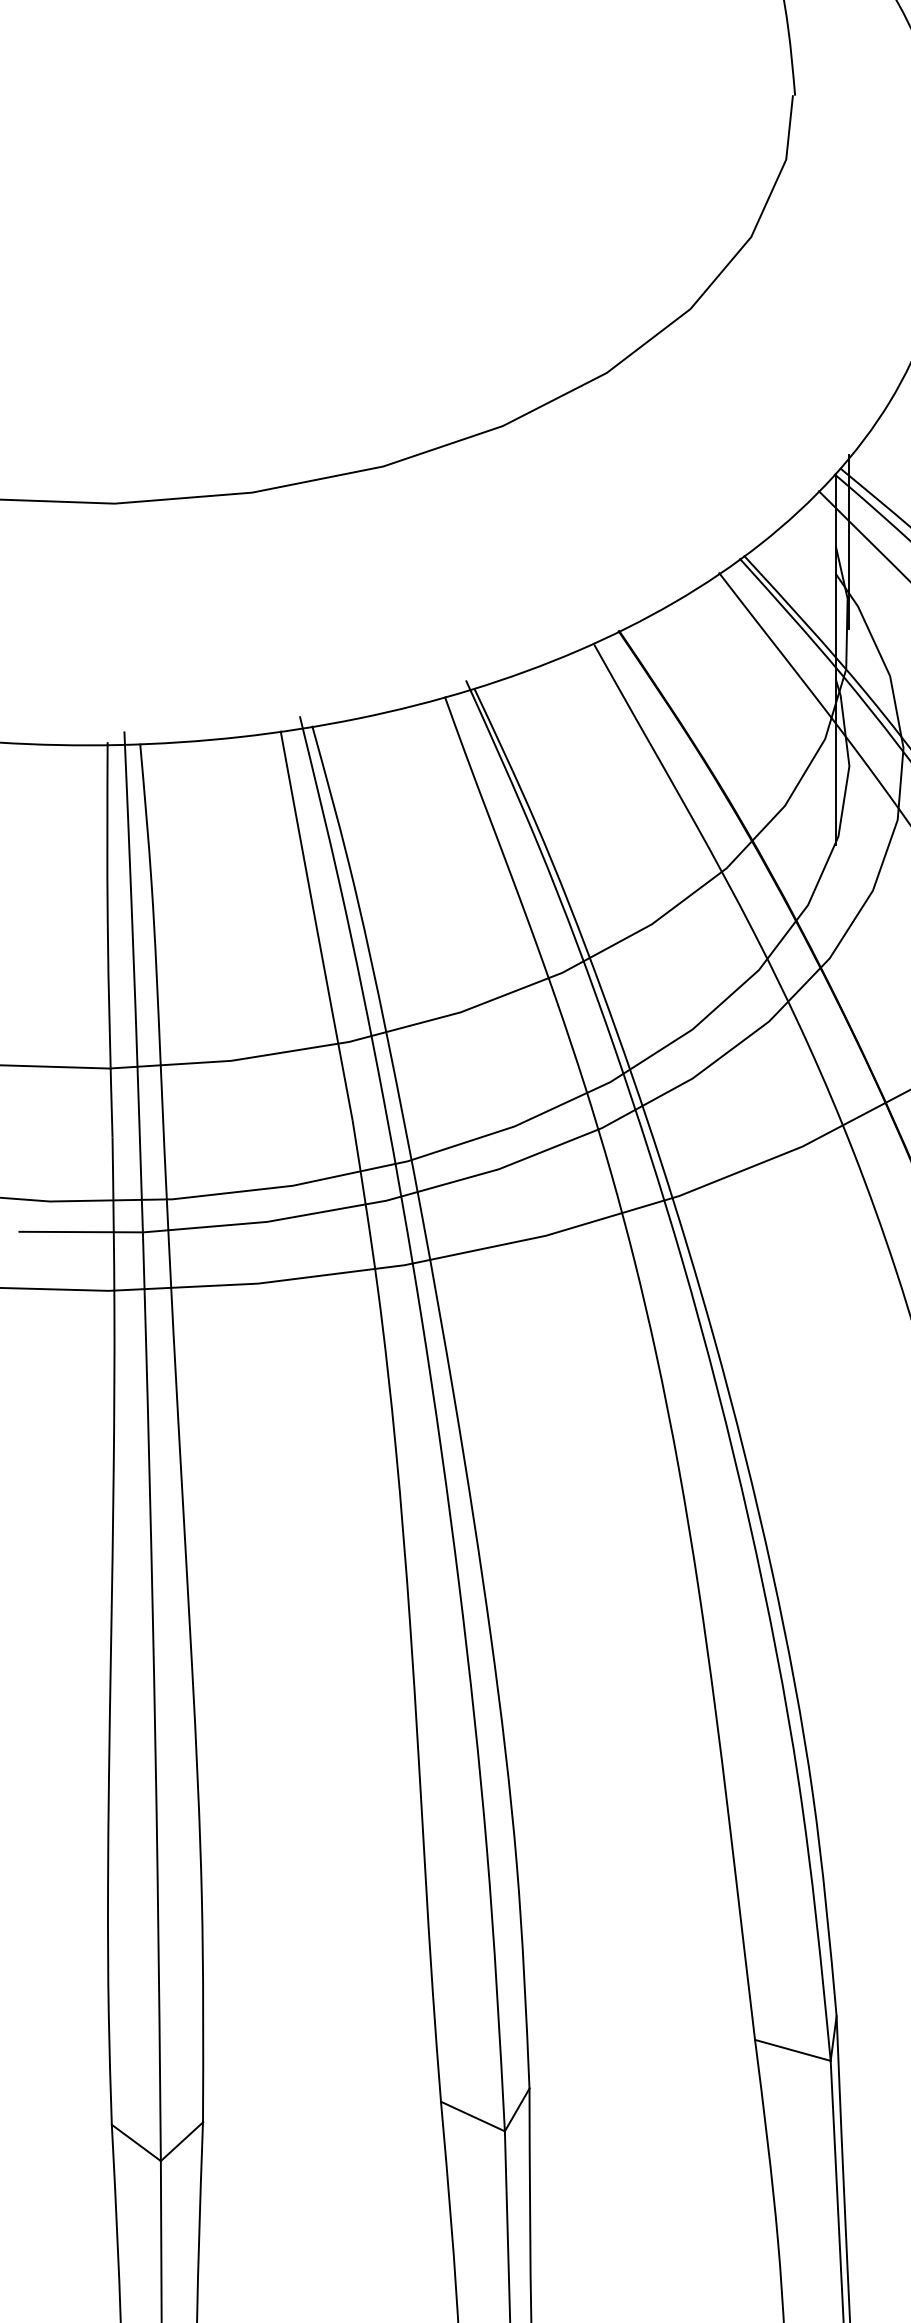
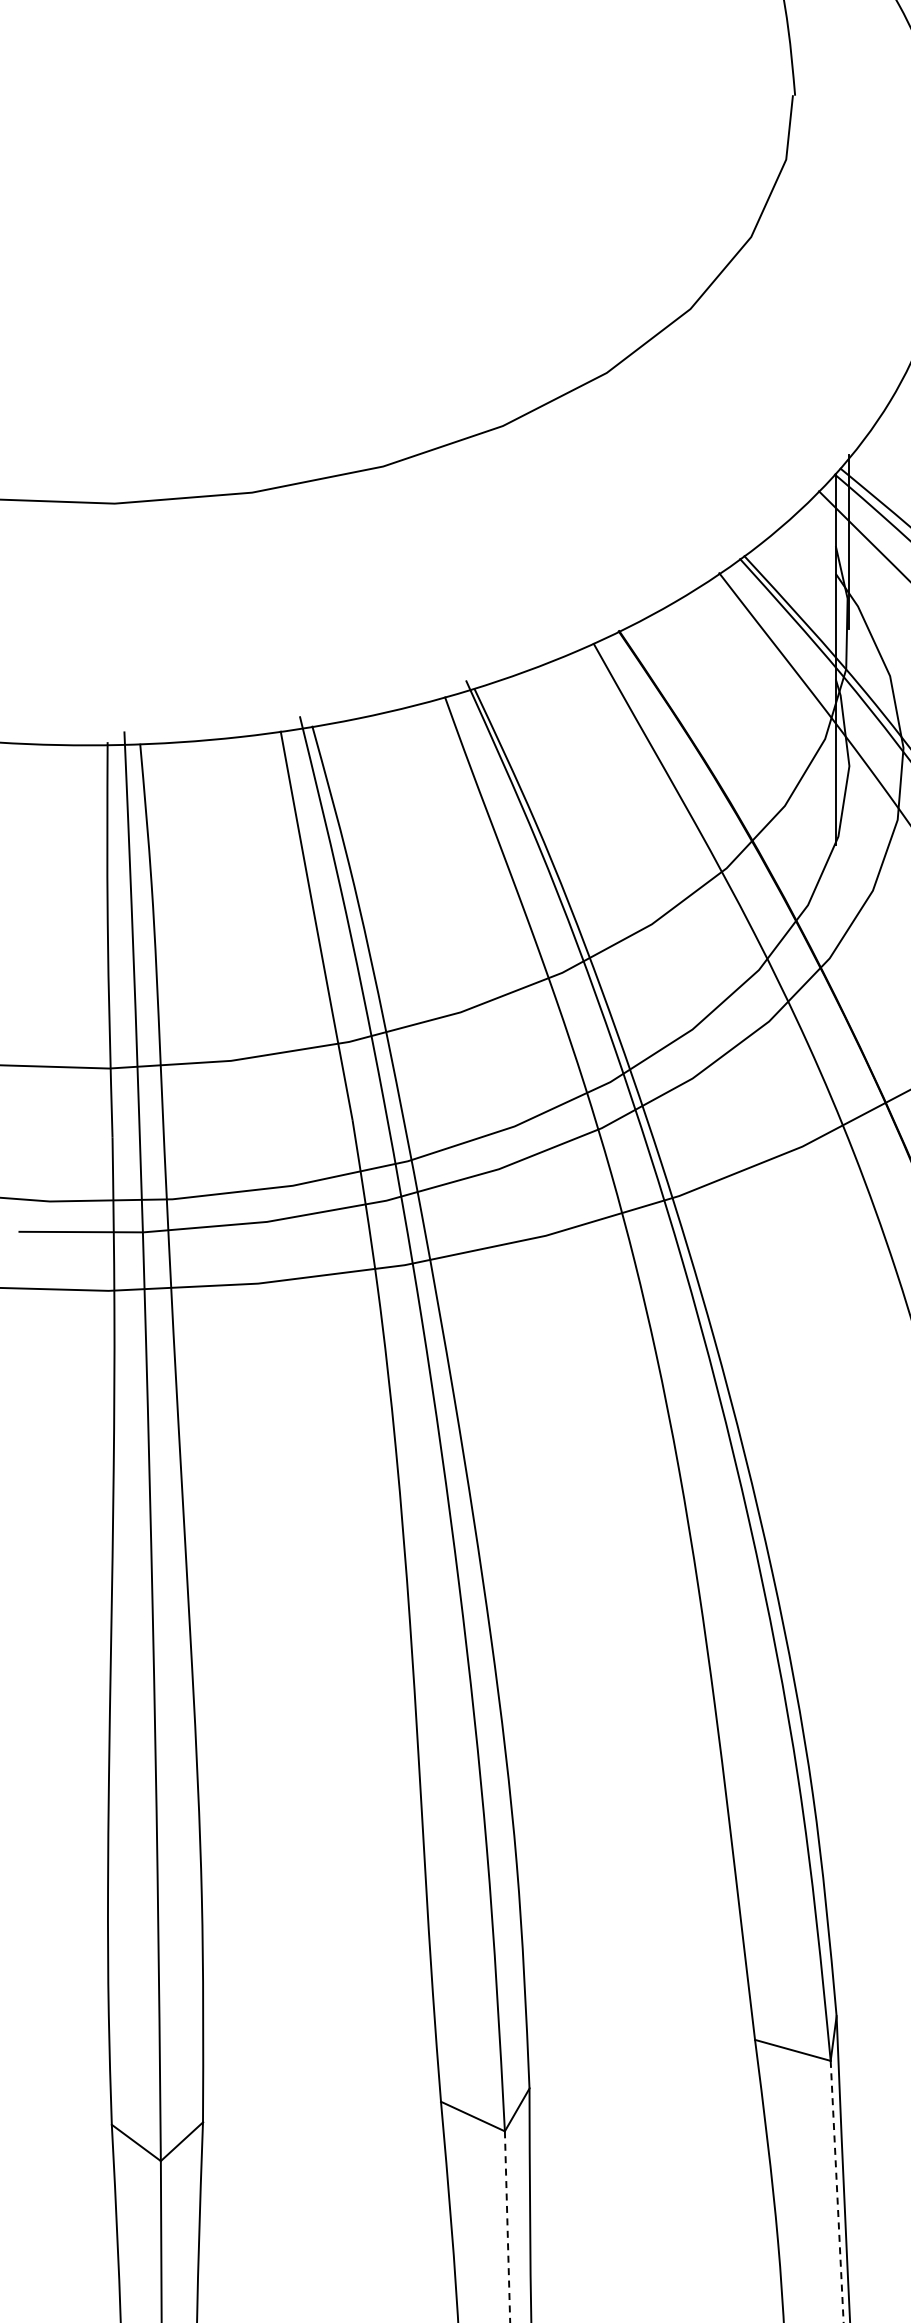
line at (837, 2191): solid -> dashed
line at (507, 2227): solid -> dashed
